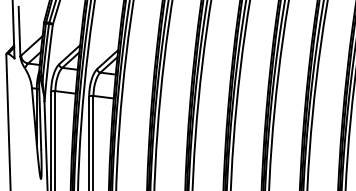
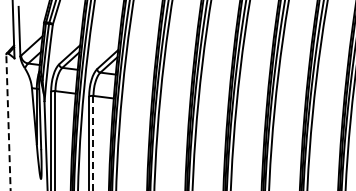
line at (8, 122): solid -> dashed
line at (93, 143): solid -> dashed
